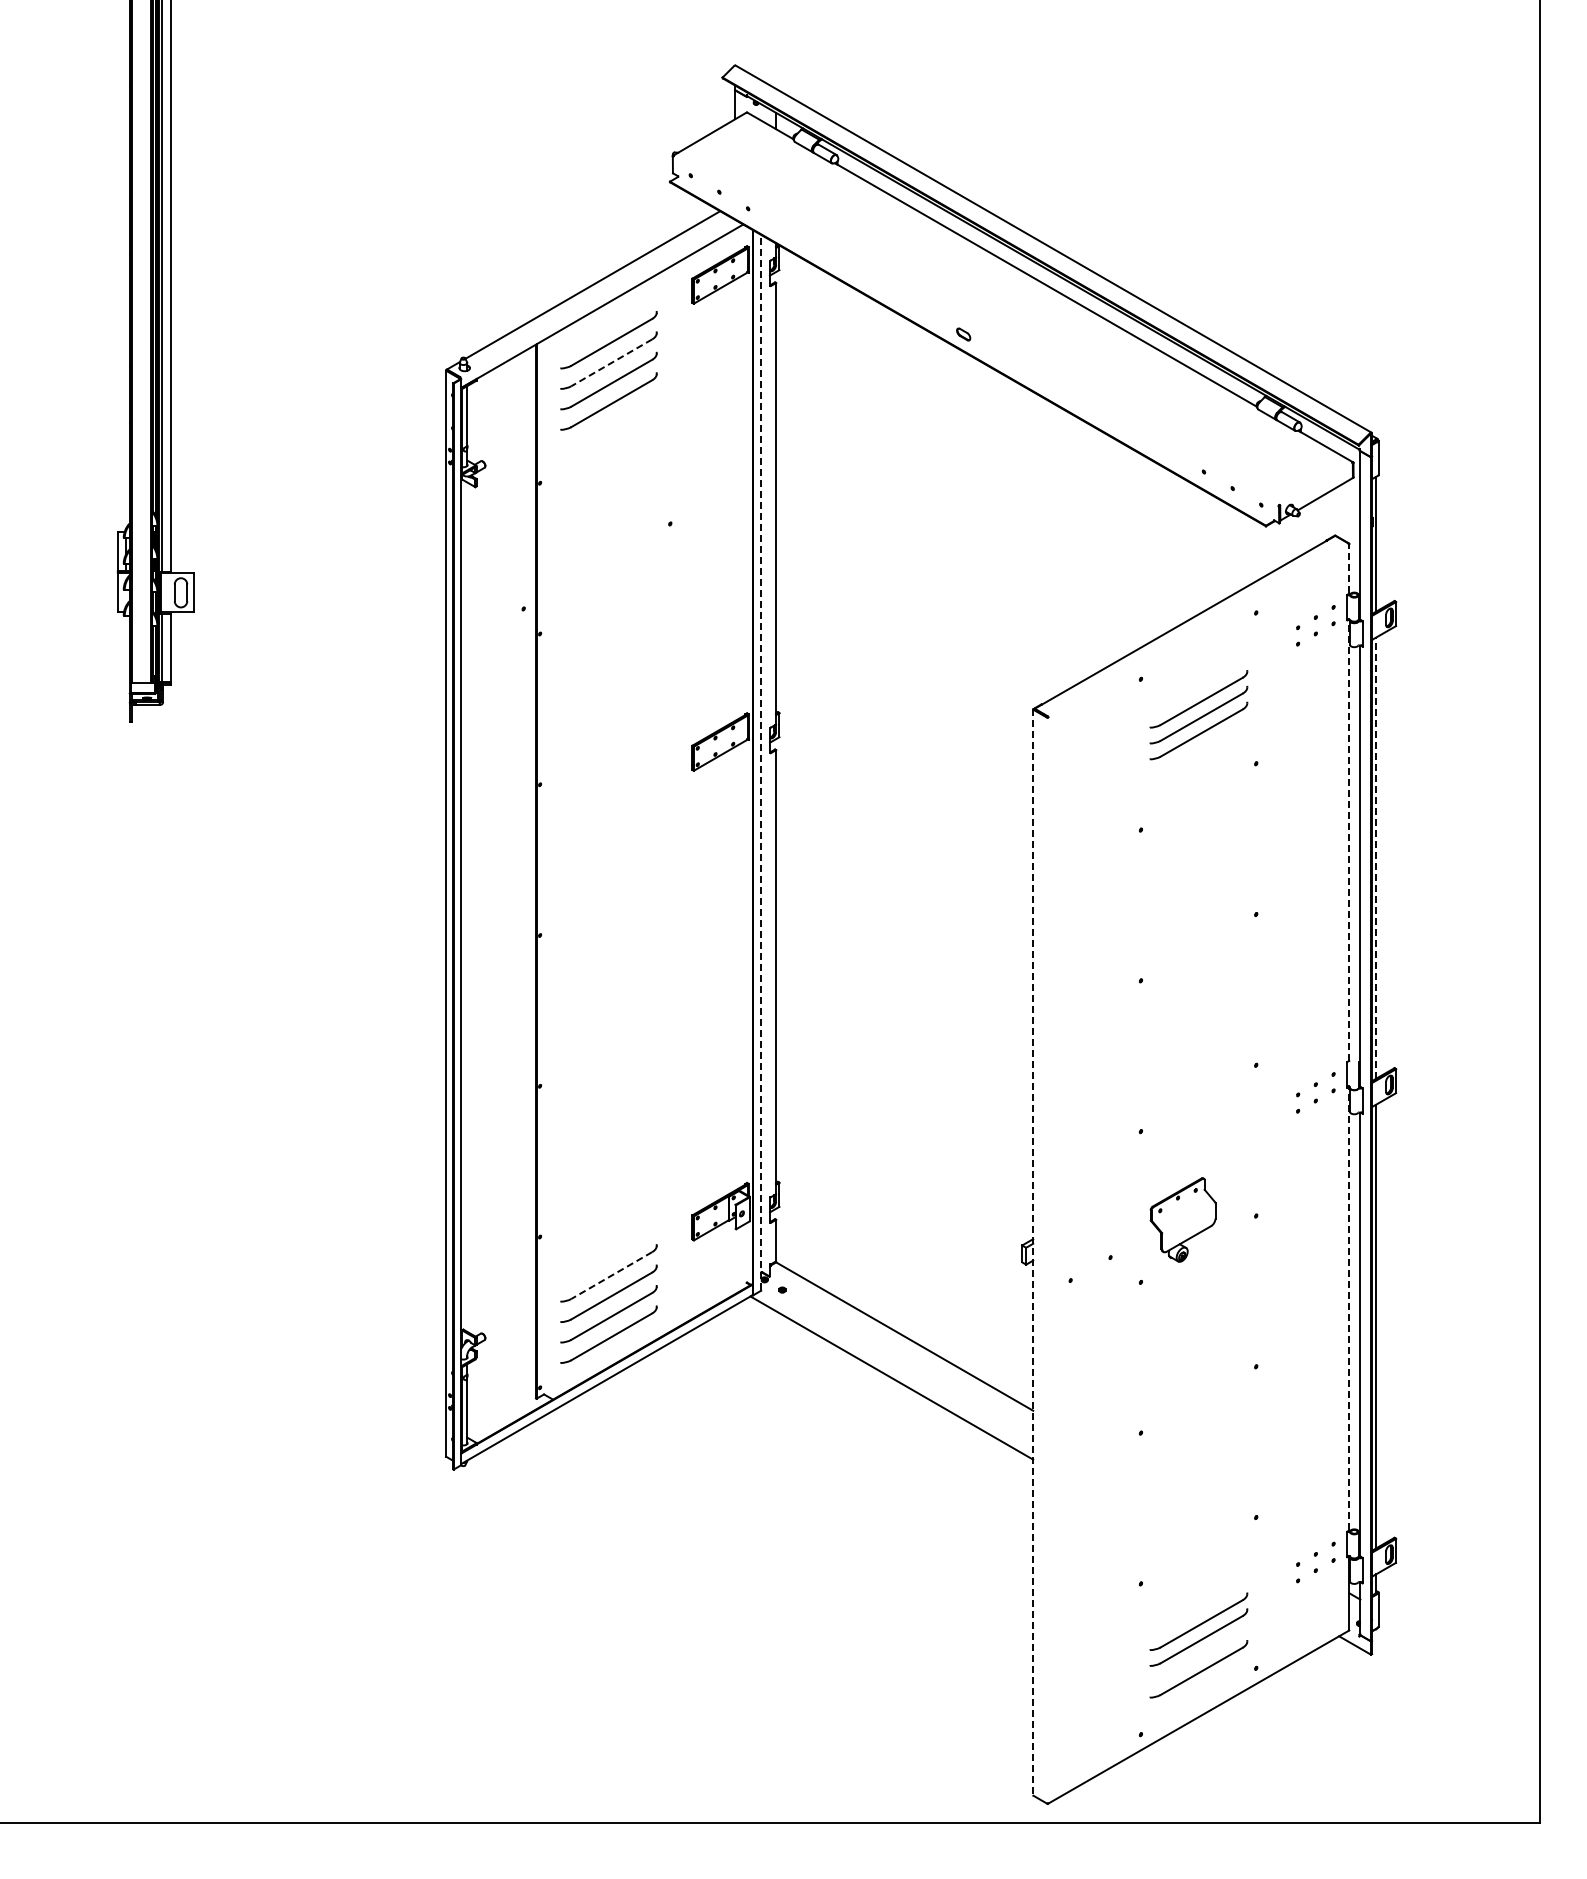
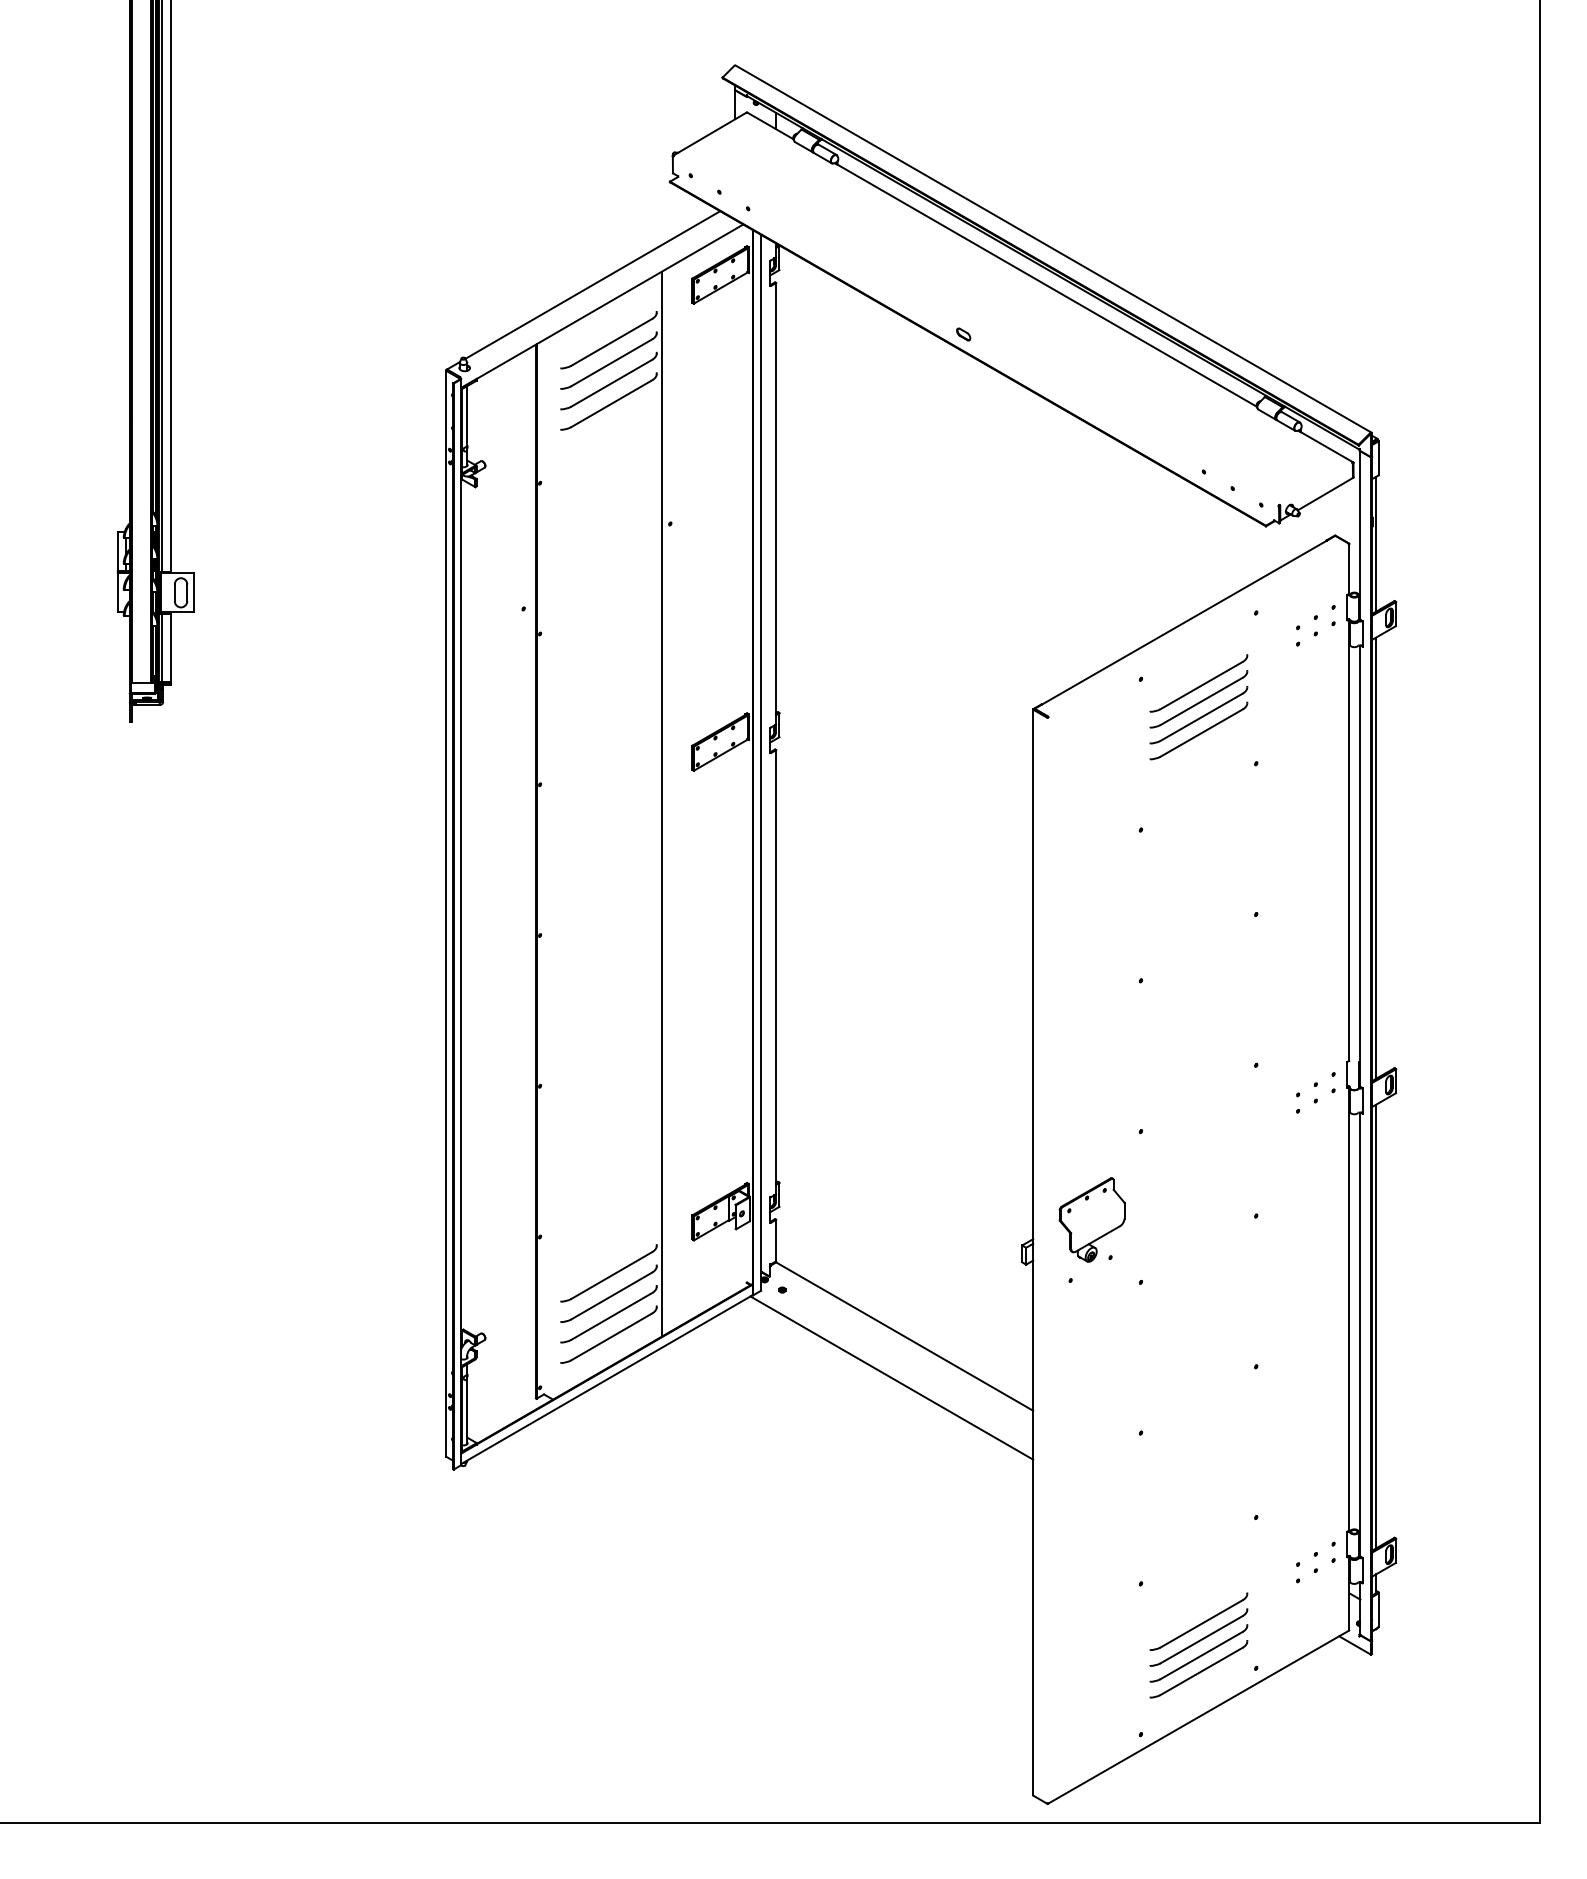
line at (611, 362): dashed -> solid
line at (1349, 568): dashed -> solid
part at (1198, 683): none -> present
line at (761, 762): dashed -> solid
line at (661, 803): none -> present
line at (1349, 840): dashed -> solid
line at (1376, 858): dashed -> solid
part at (1182, 1219) position: (1182, 1219) -> (1091, 1219)
line at (1033, 1252): dashed -> solid
line at (611, 1275): dashed -> solid
line at (1349, 1308): dashed -> solid
part at (1198, 1653): none -> present
